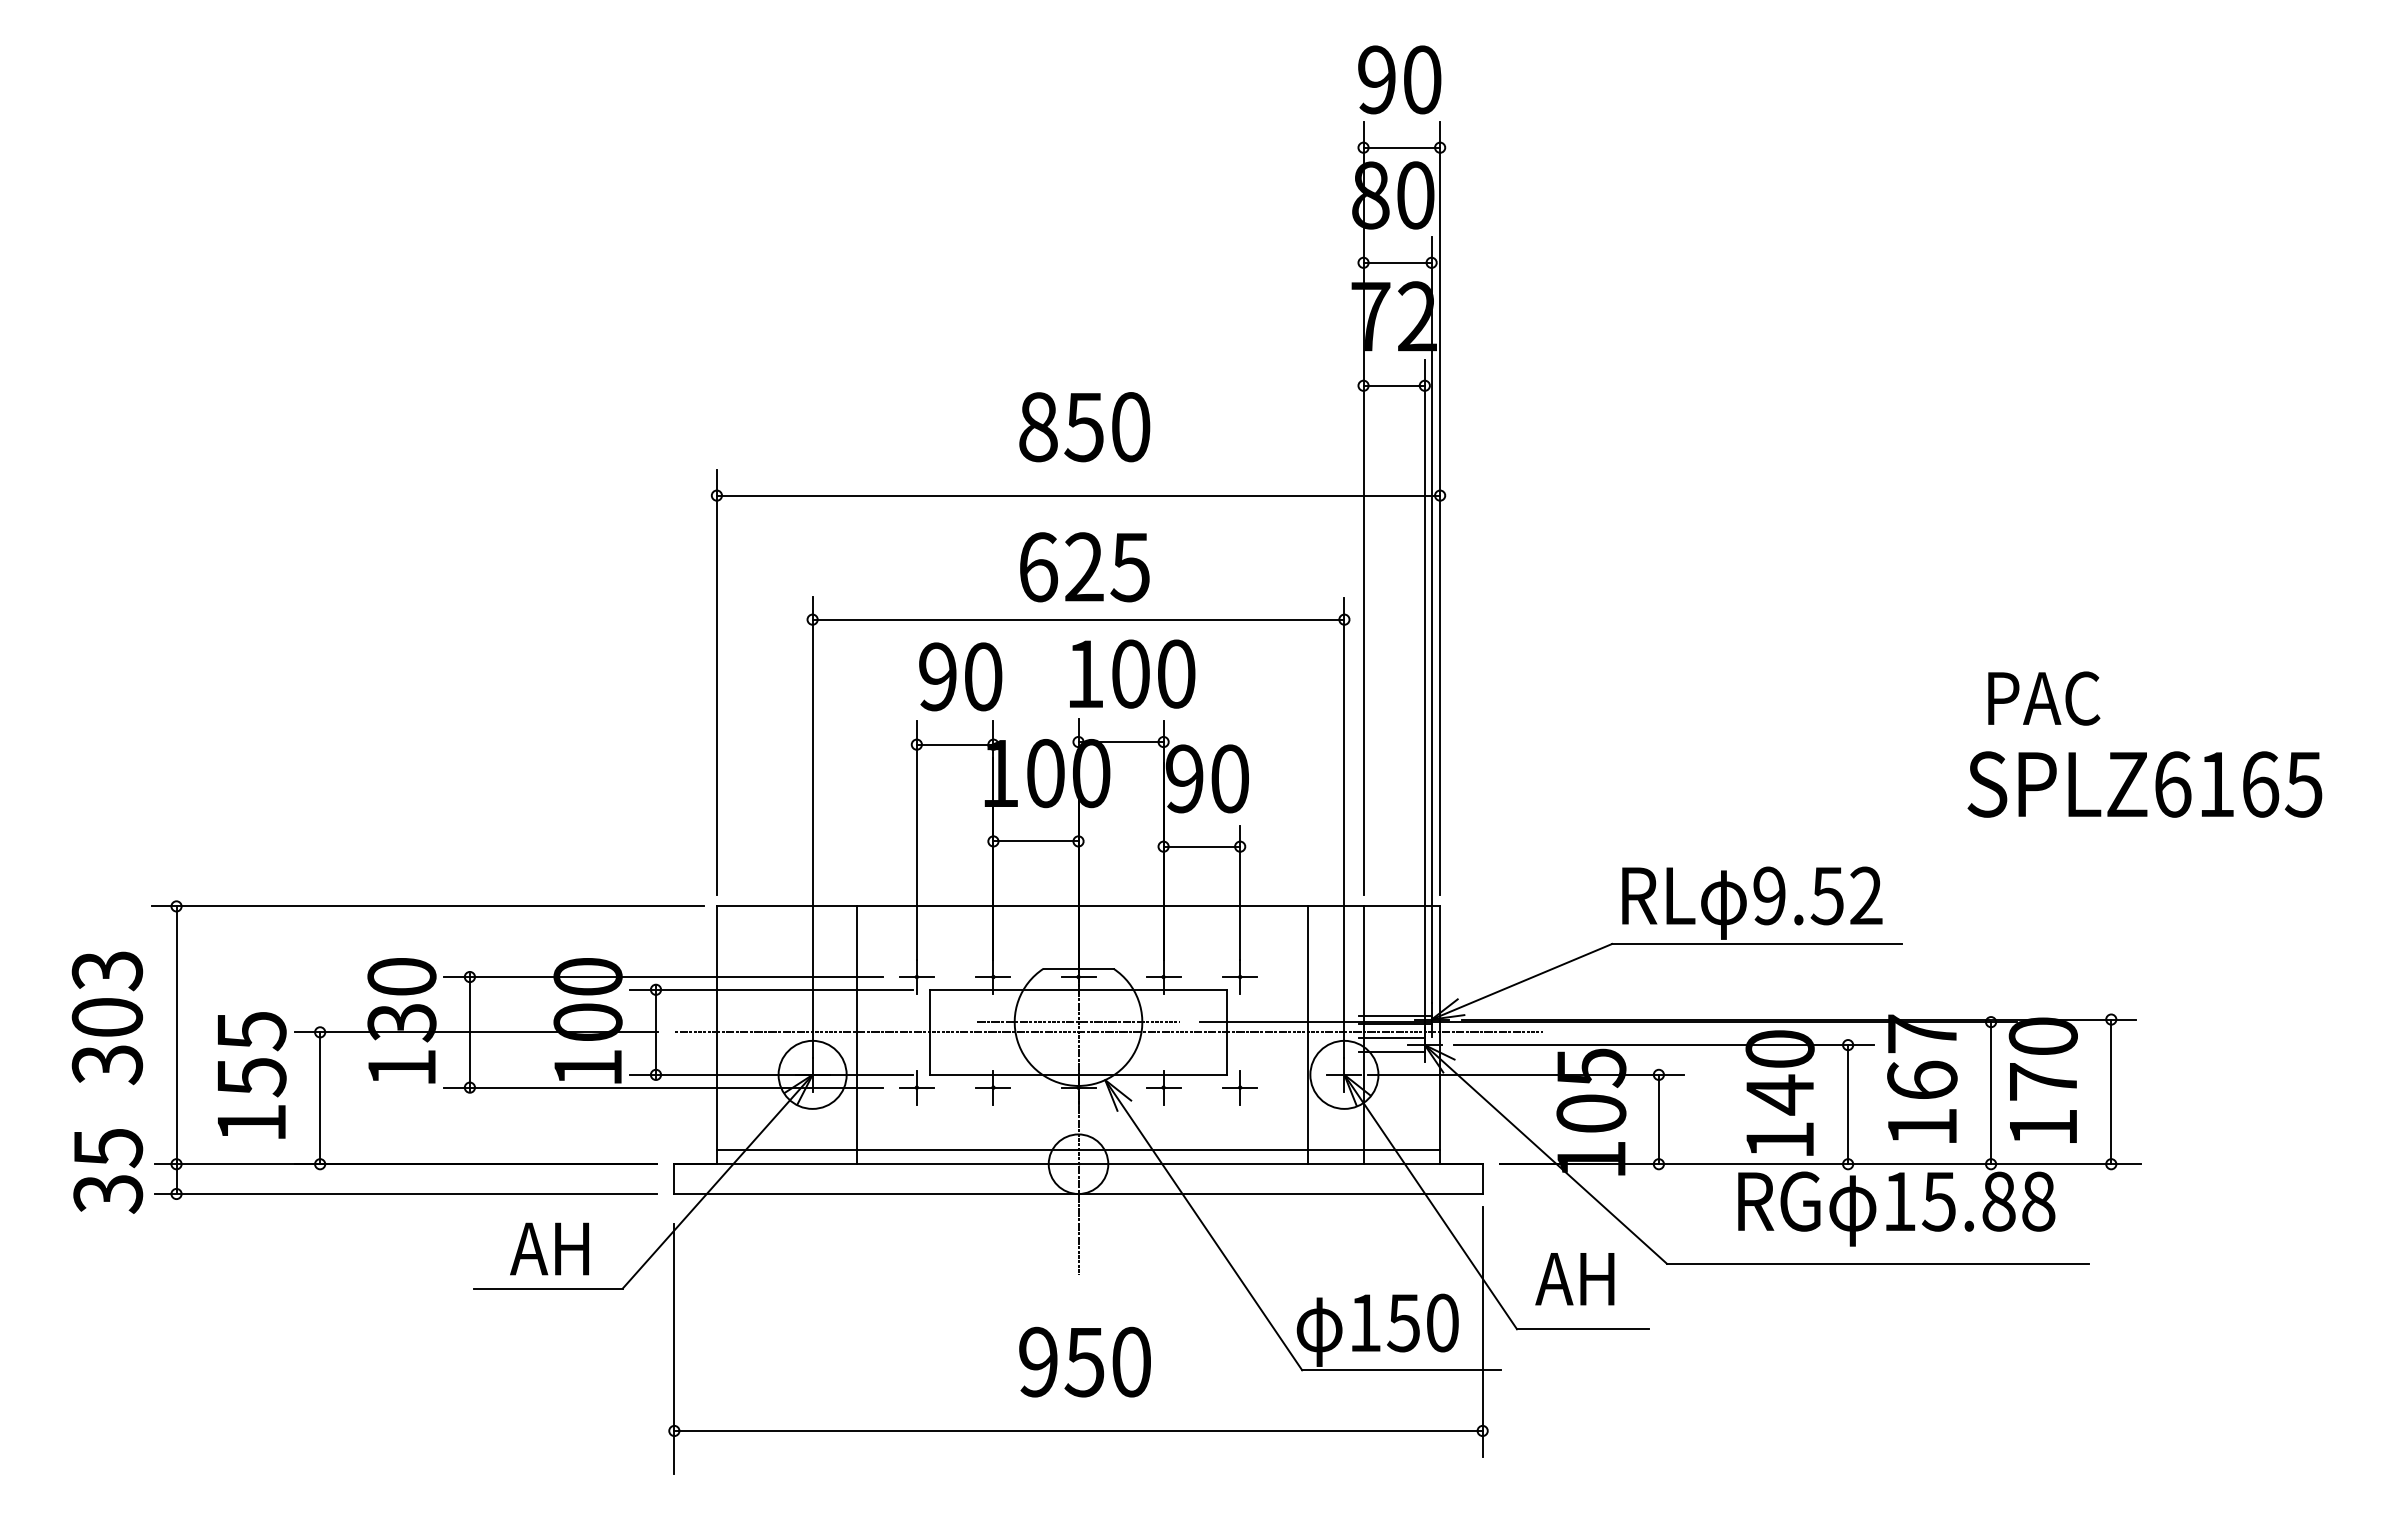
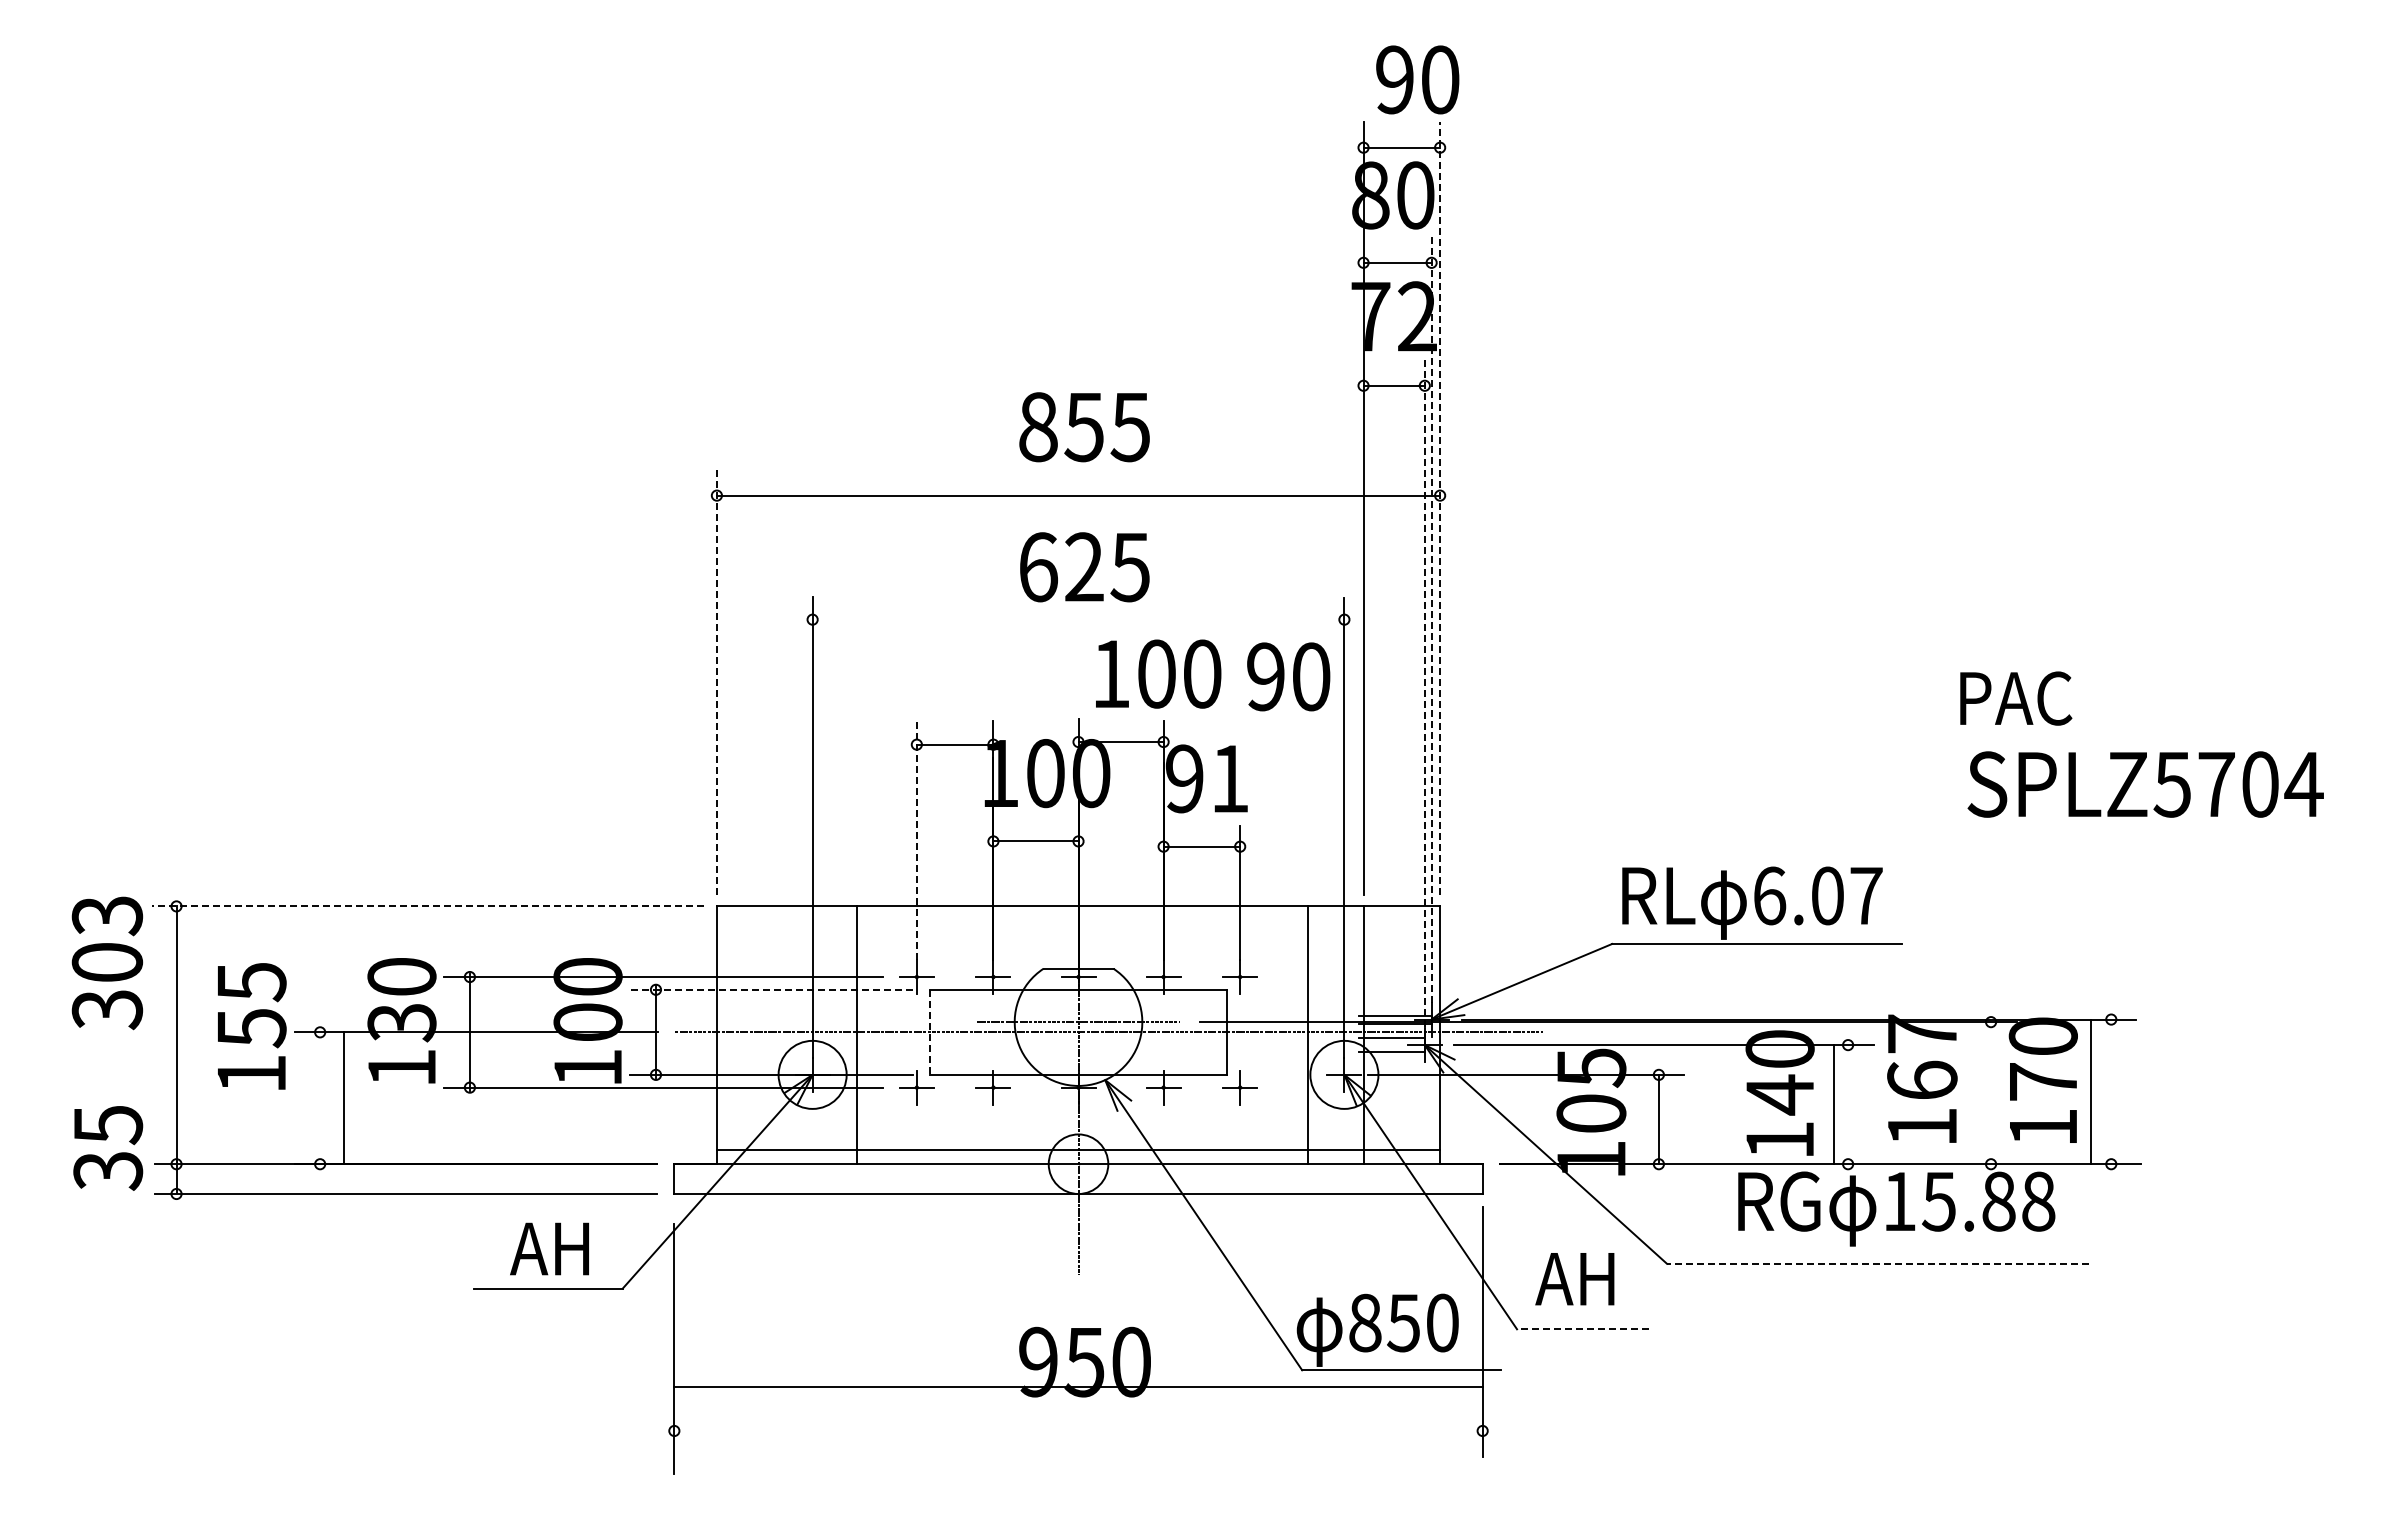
text at (1399, 79) position: (1399, 79) -> (1417, 79)
text at (1130, 427): 850 -> 855
line at (1440, 508): solid -> dashed
line at (1078, 619): present -> none
line at (1431, 619): solid -> dashed
text at (1132, 673) position: (1132, 673) -> (1158, 673)
text at (960, 676) position: (960, 676) -> (1288, 676)
line at (716, 682): solid -> dashed
line at (1424, 698): solid -> dashed
text at (2044, 698) position: (2044, 698) -> (2016, 698)
text at (1229, 778): 90 -> 91
text at (2238, 784): SPLZ6165 -> SPLZ5704
line at (916, 840): solid -> dashed
text at (1817, 895): 9.52 -> 6.07
line at (427, 906): solid -> dashed
line at (771, 989): solid -> dashed
text at (107, 1018) position: (107, 1018) -> (107, 963)
line at (929, 1032): solid -> dashed
text at (252, 1075) position: (252, 1075) -> (252, 1026)
line at (2111, 1091) position: (2111, 1091) -> (2091, 1091)
line at (1991, 1093): present -> none
line at (320, 1098) position: (320, 1098) -> (344, 1098)
line at (1848, 1104) position: (1848, 1104) -> (1834, 1104)
text at (108, 1171) position: (108, 1171) -> (108, 1148)
line at (1877, 1263): solid -> dashed
text at (1365, 1322): 150 -> 850
line at (1582, 1329): solid -> dashed
line at (1078, 1430) position: (1078, 1430) -> (1078, 1386)
